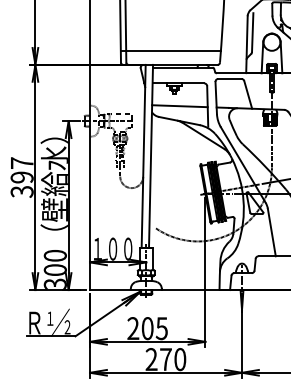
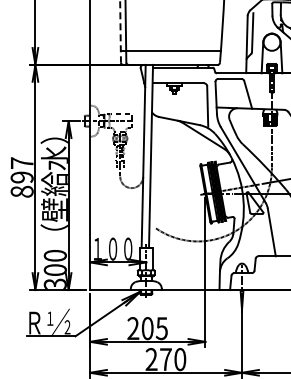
line at (120, 31): solid -> dashed
line at (179, 106): present -> none
text at (21, 191): 397 -> 897
